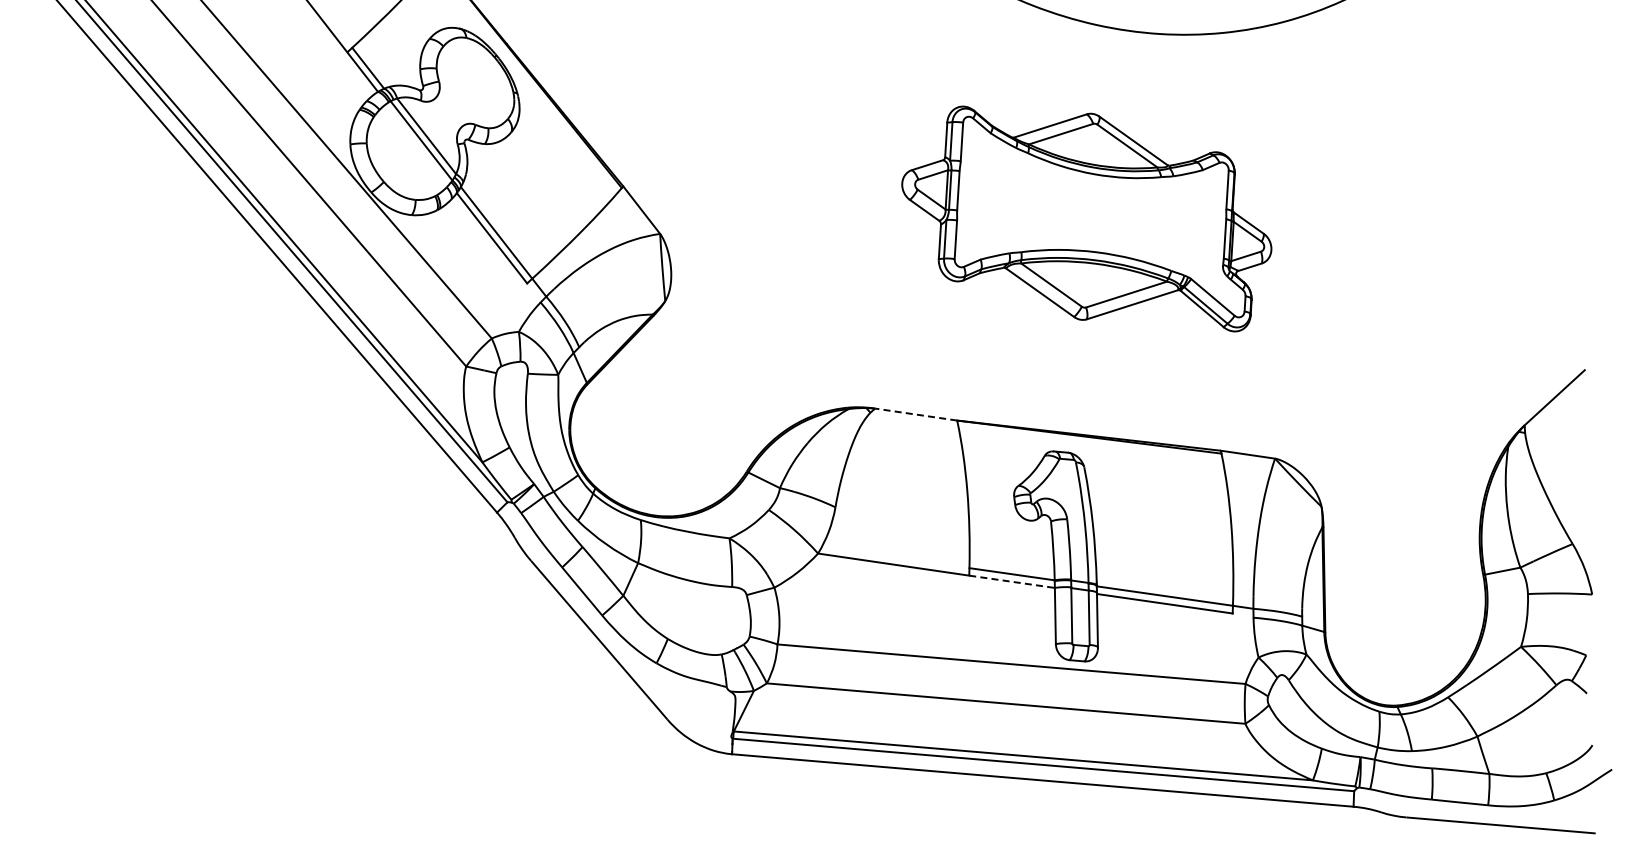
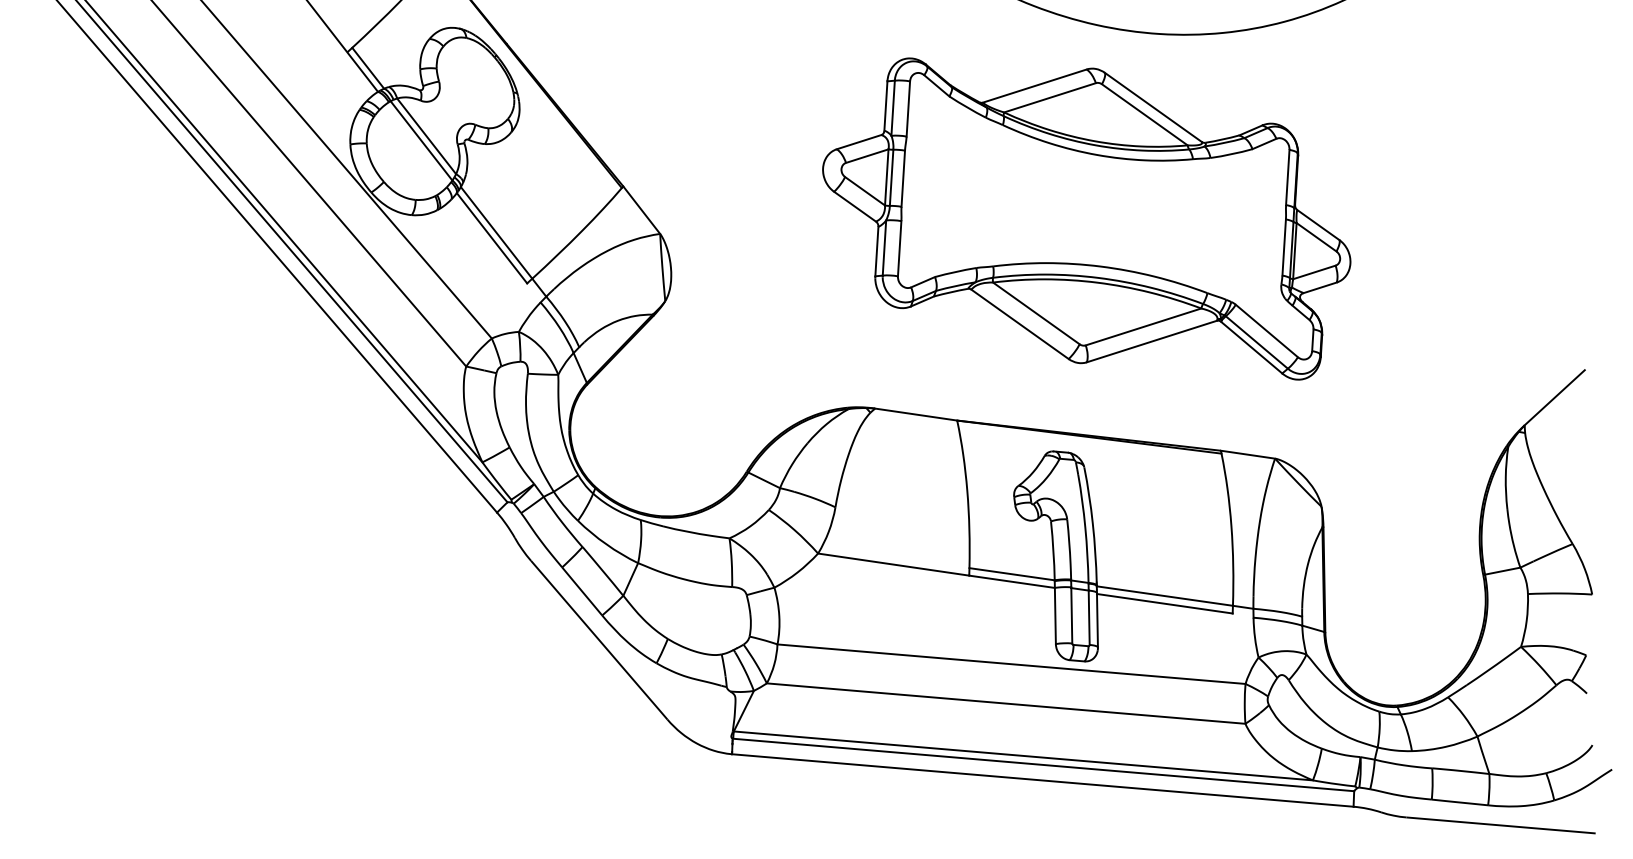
part at (1086, 218) size: 372x228 px -> 530x324 px
line at (915, 414): dashed -> solid
line at (1012, 581): dashed -> solid
